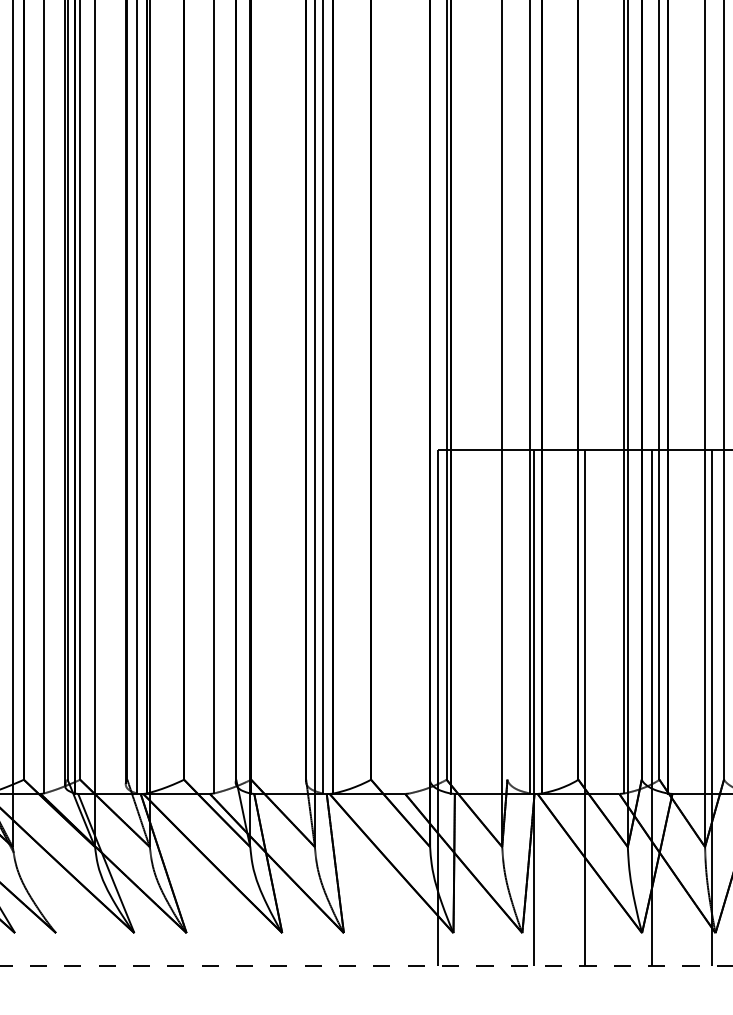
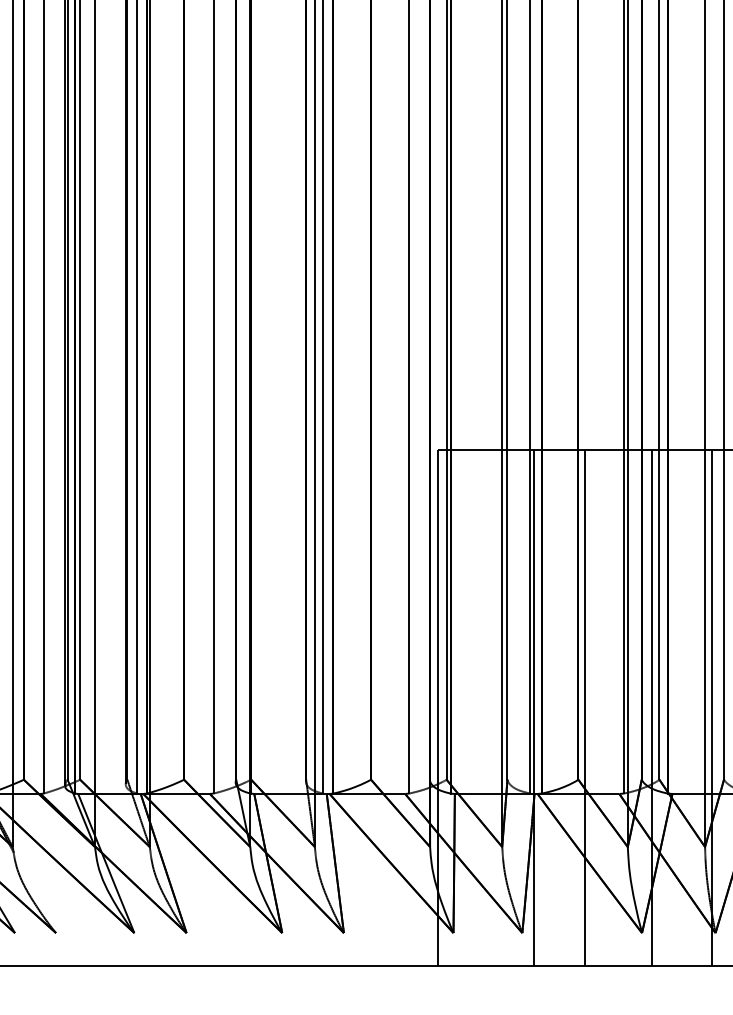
line at (507, 390): none -> present
line at (409, 397): none -> present
line at (366, 965): dashed -> solid
